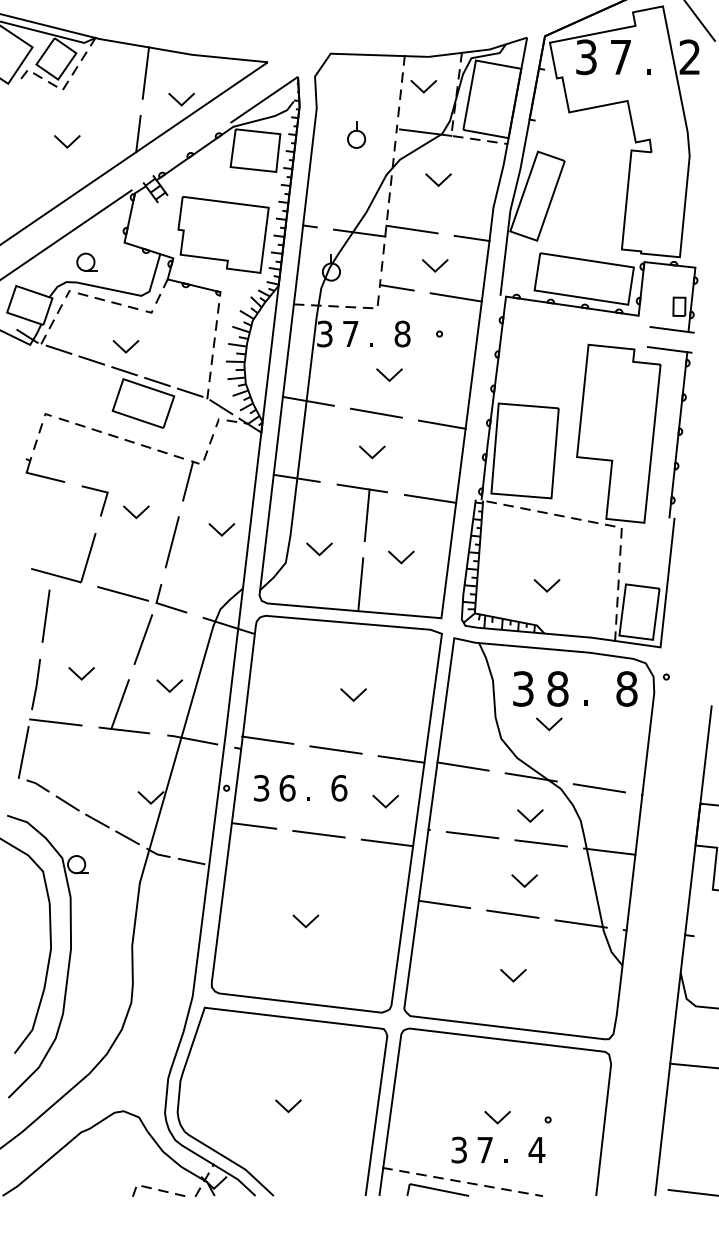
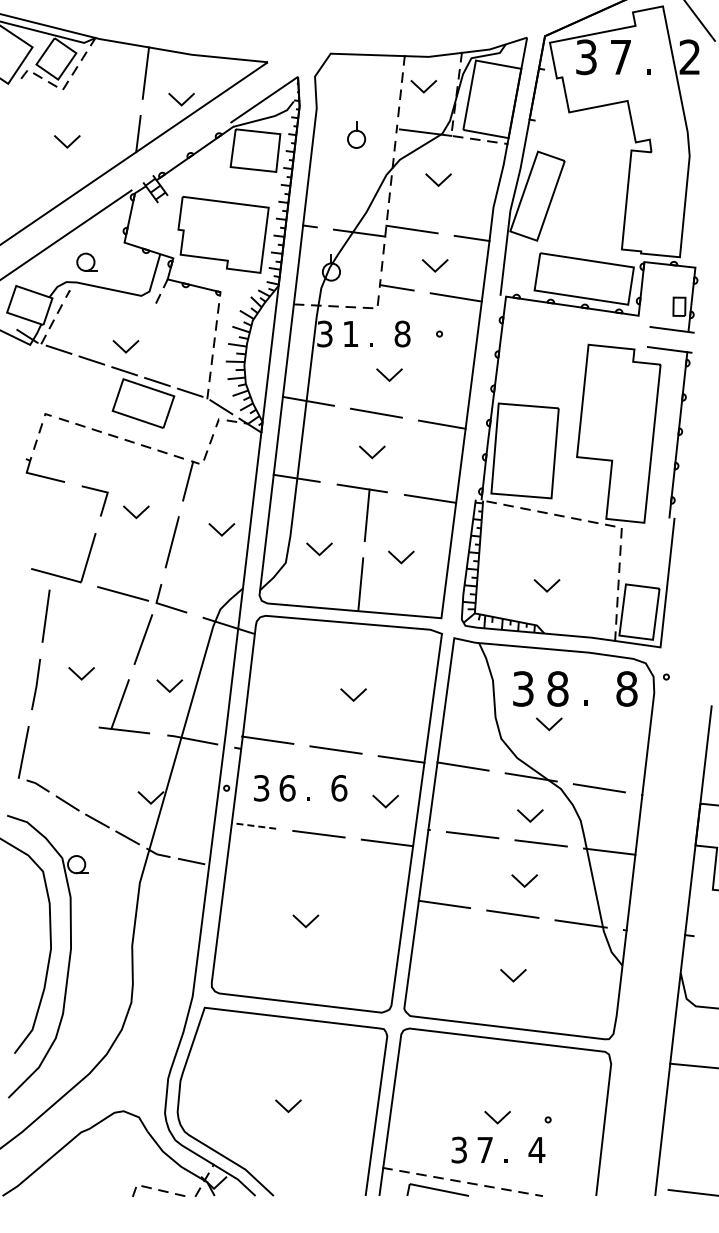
part at (115, 302): present -> none
text at (350, 333): 7 -> 1
line at (55, 722): present -> none
line at (253, 825): solid -> dashed
